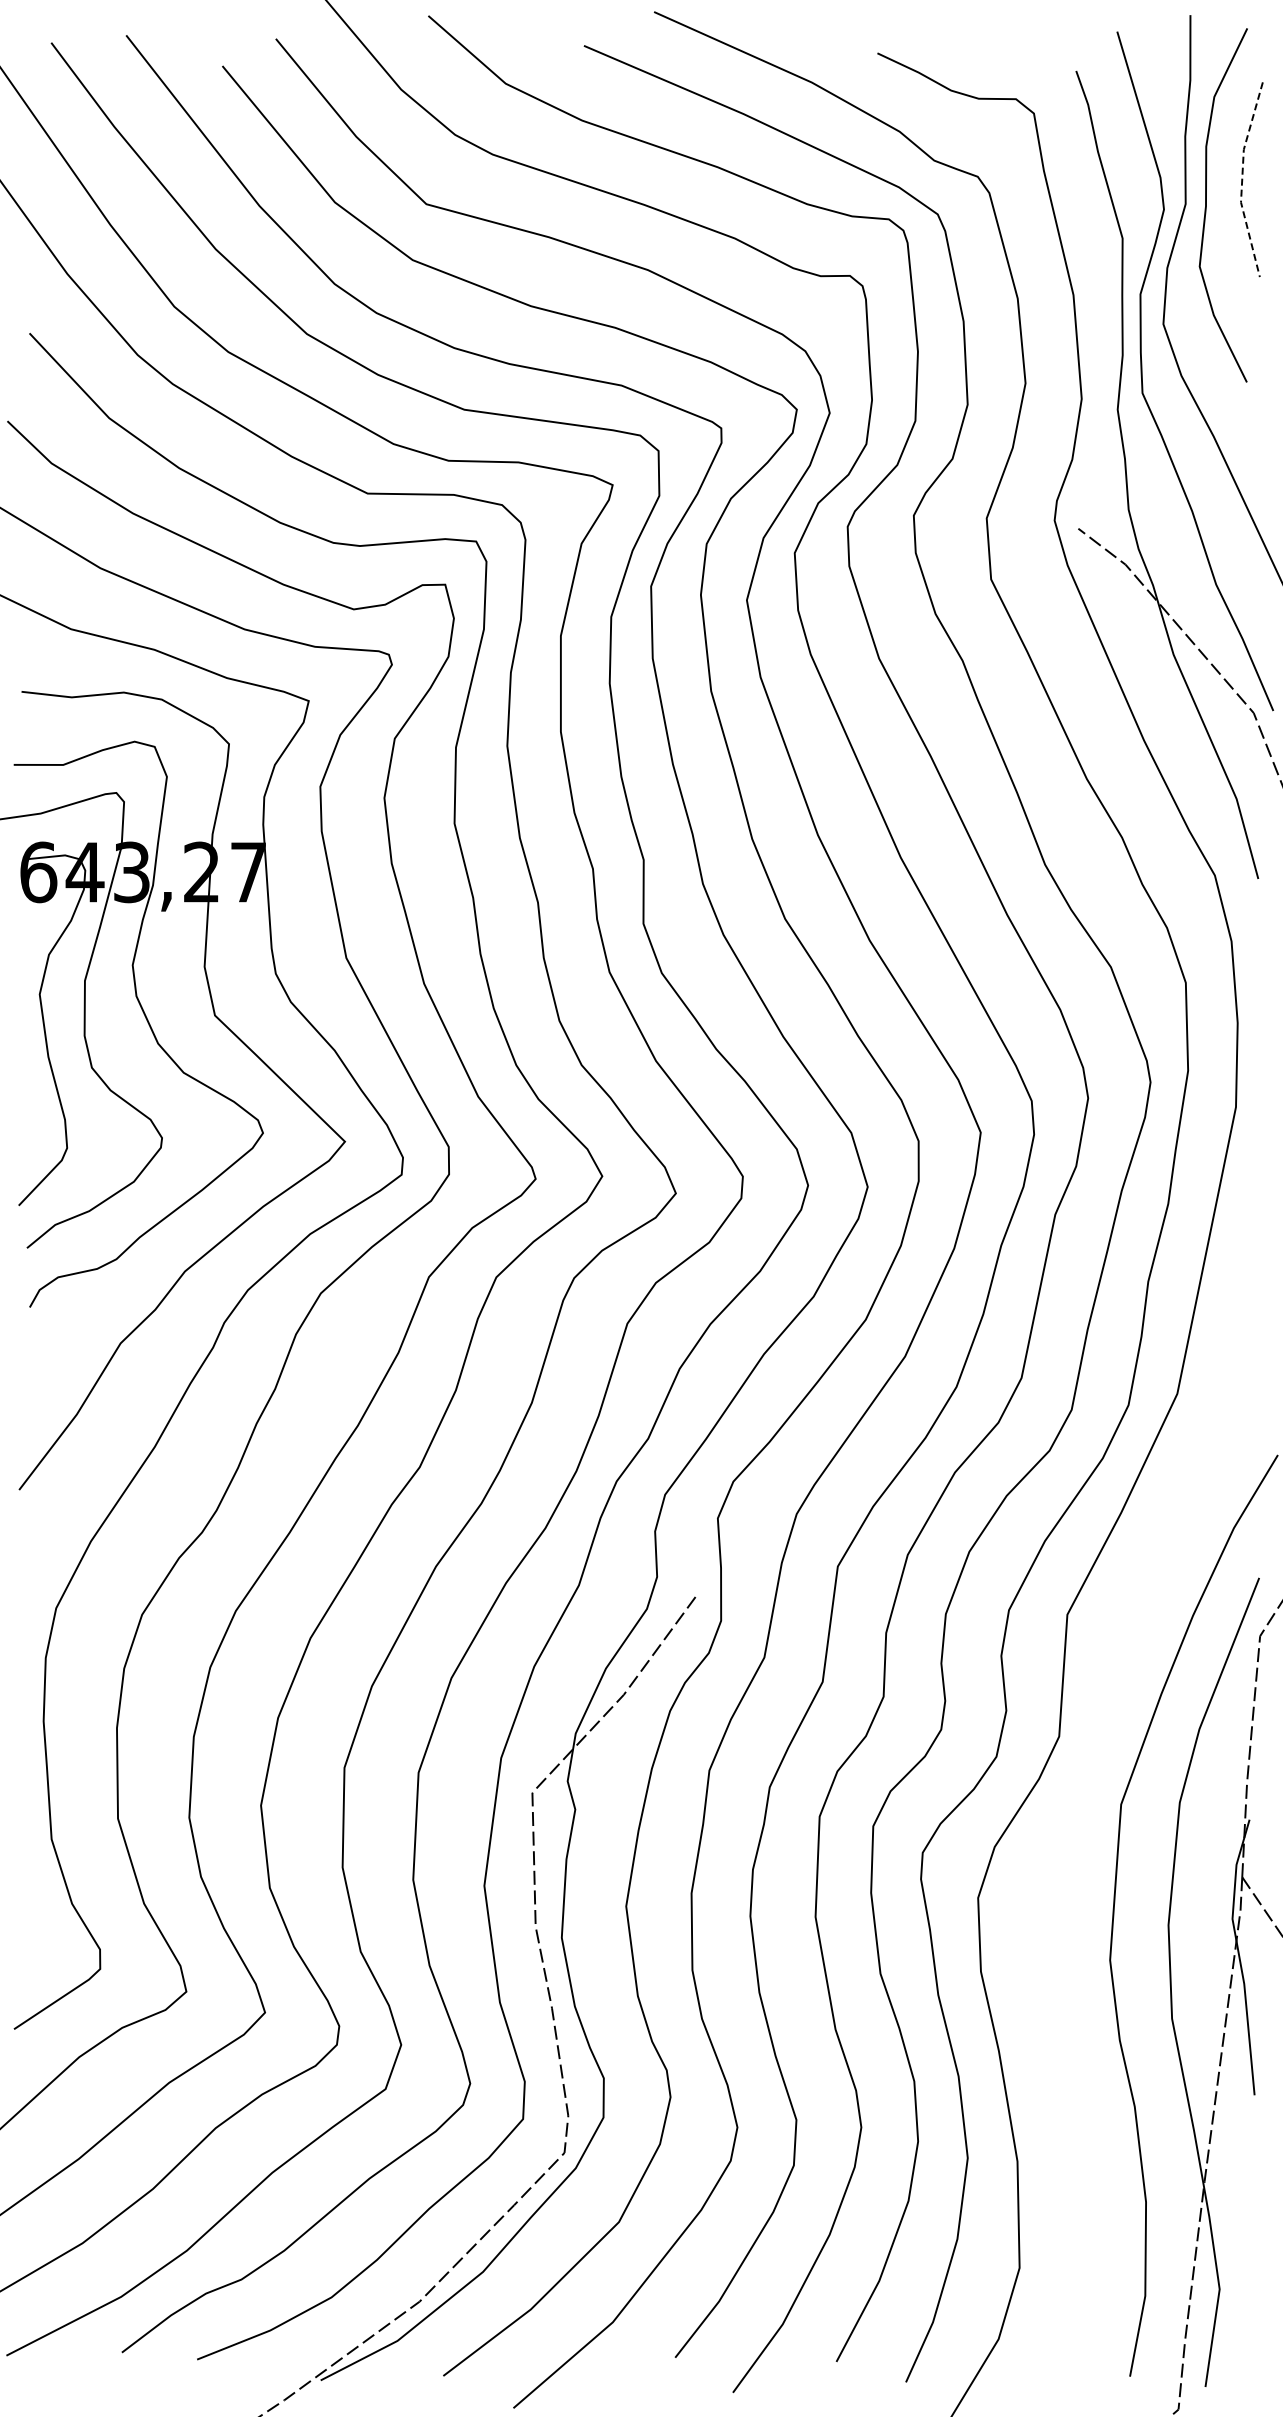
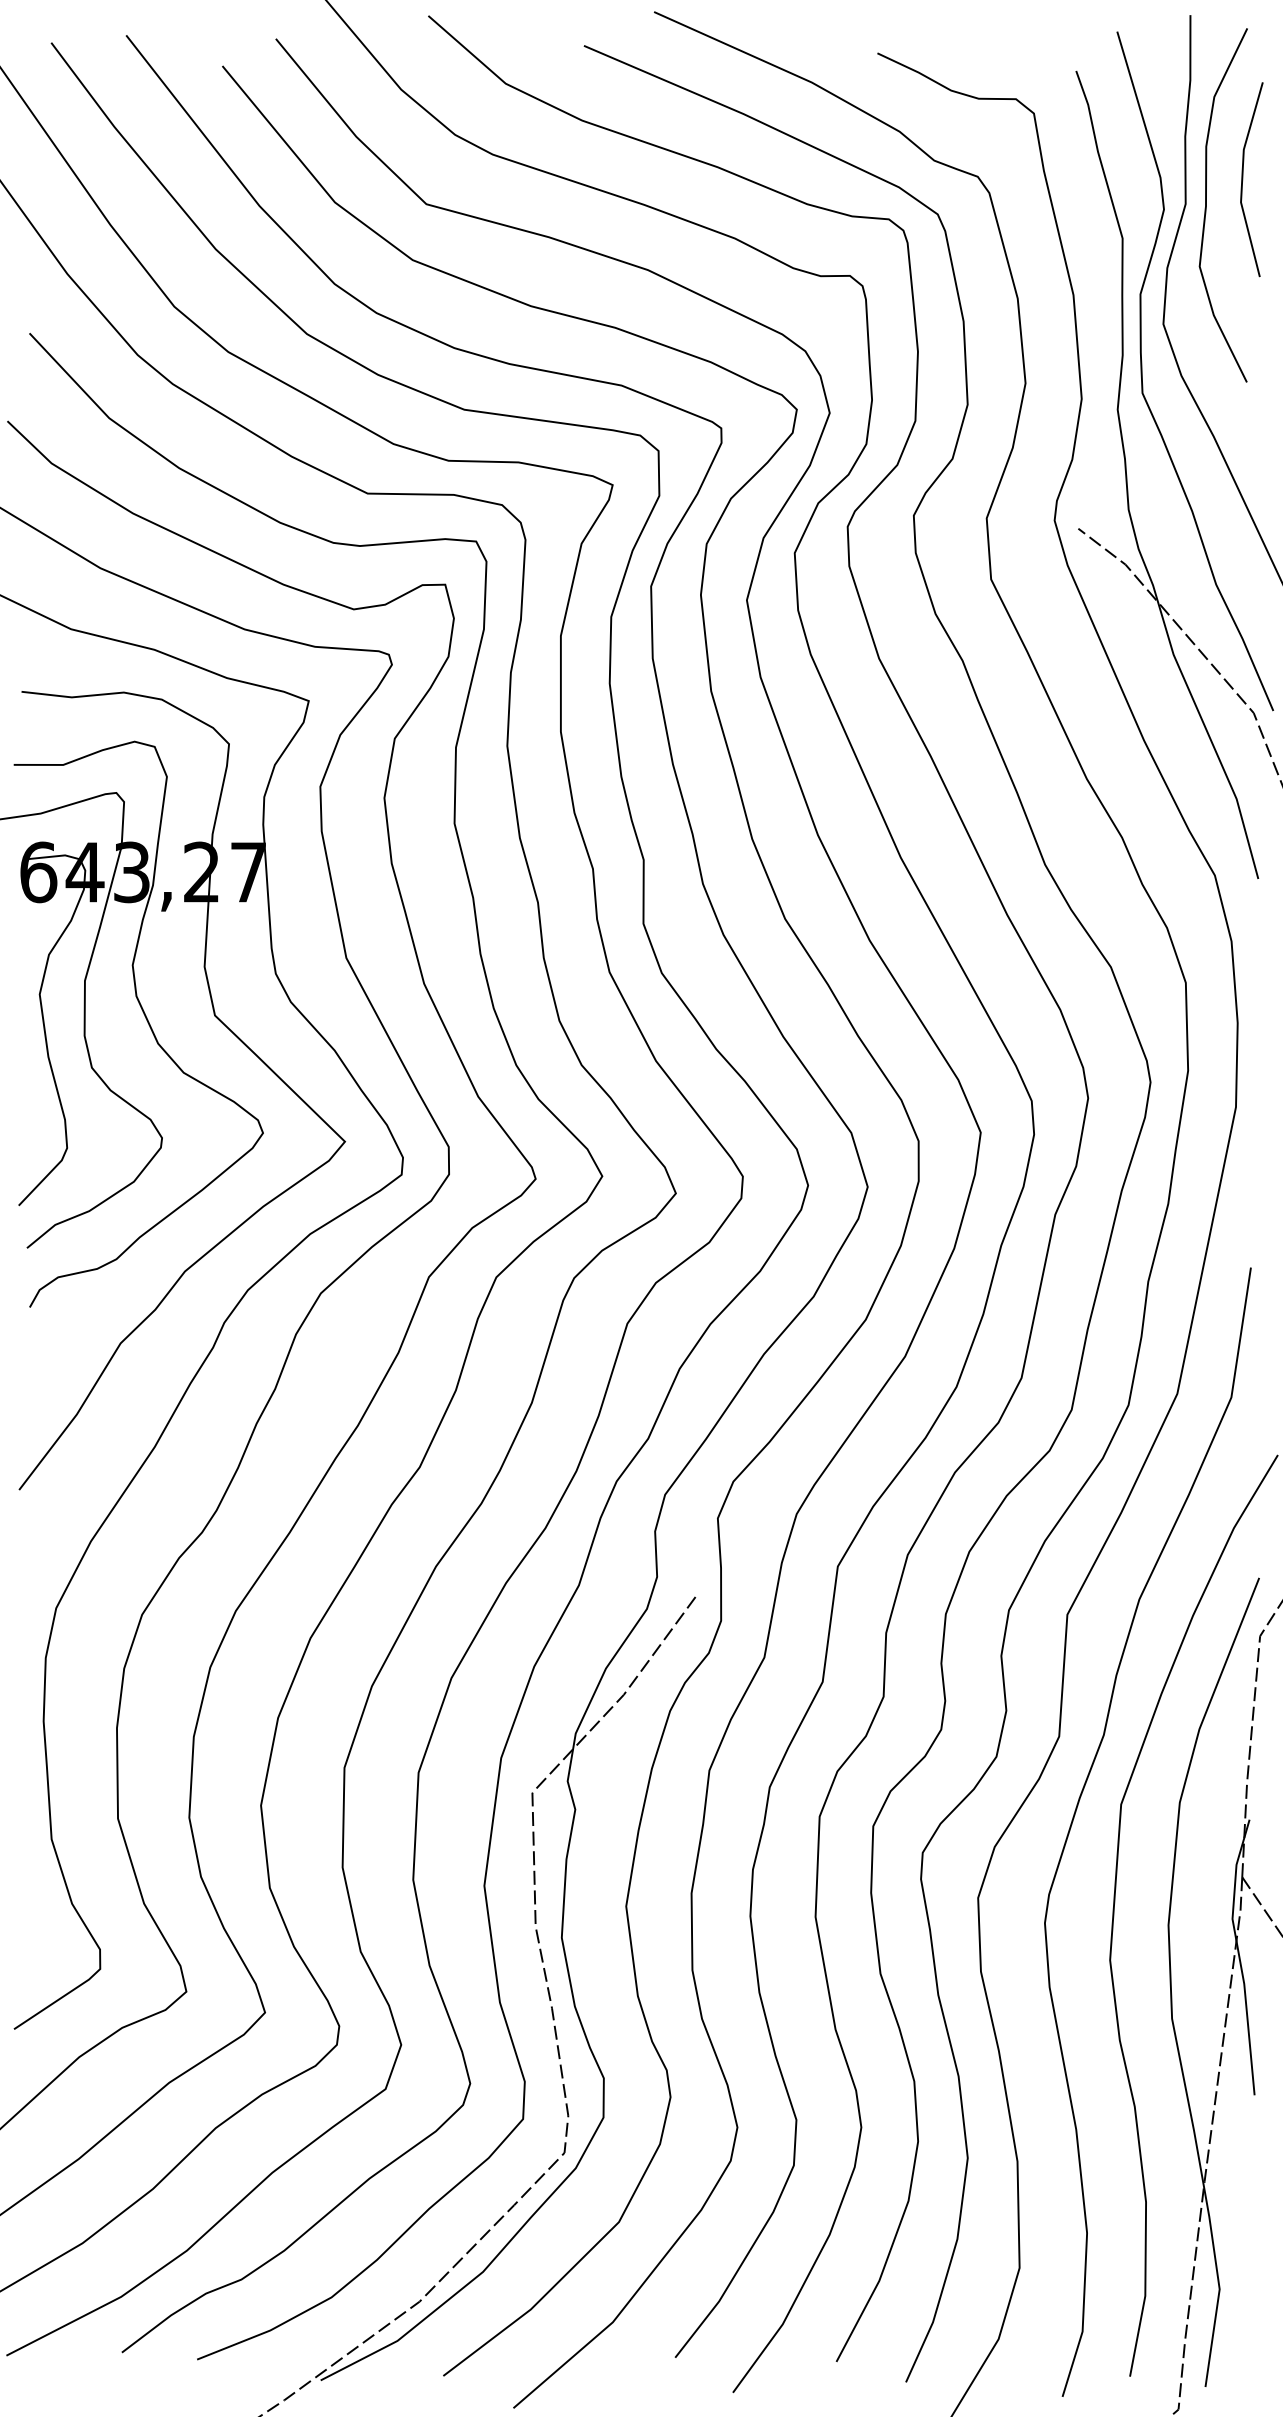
line at (1242, 179): dashed -> solid
curve at (1077, 1809): none -> present
